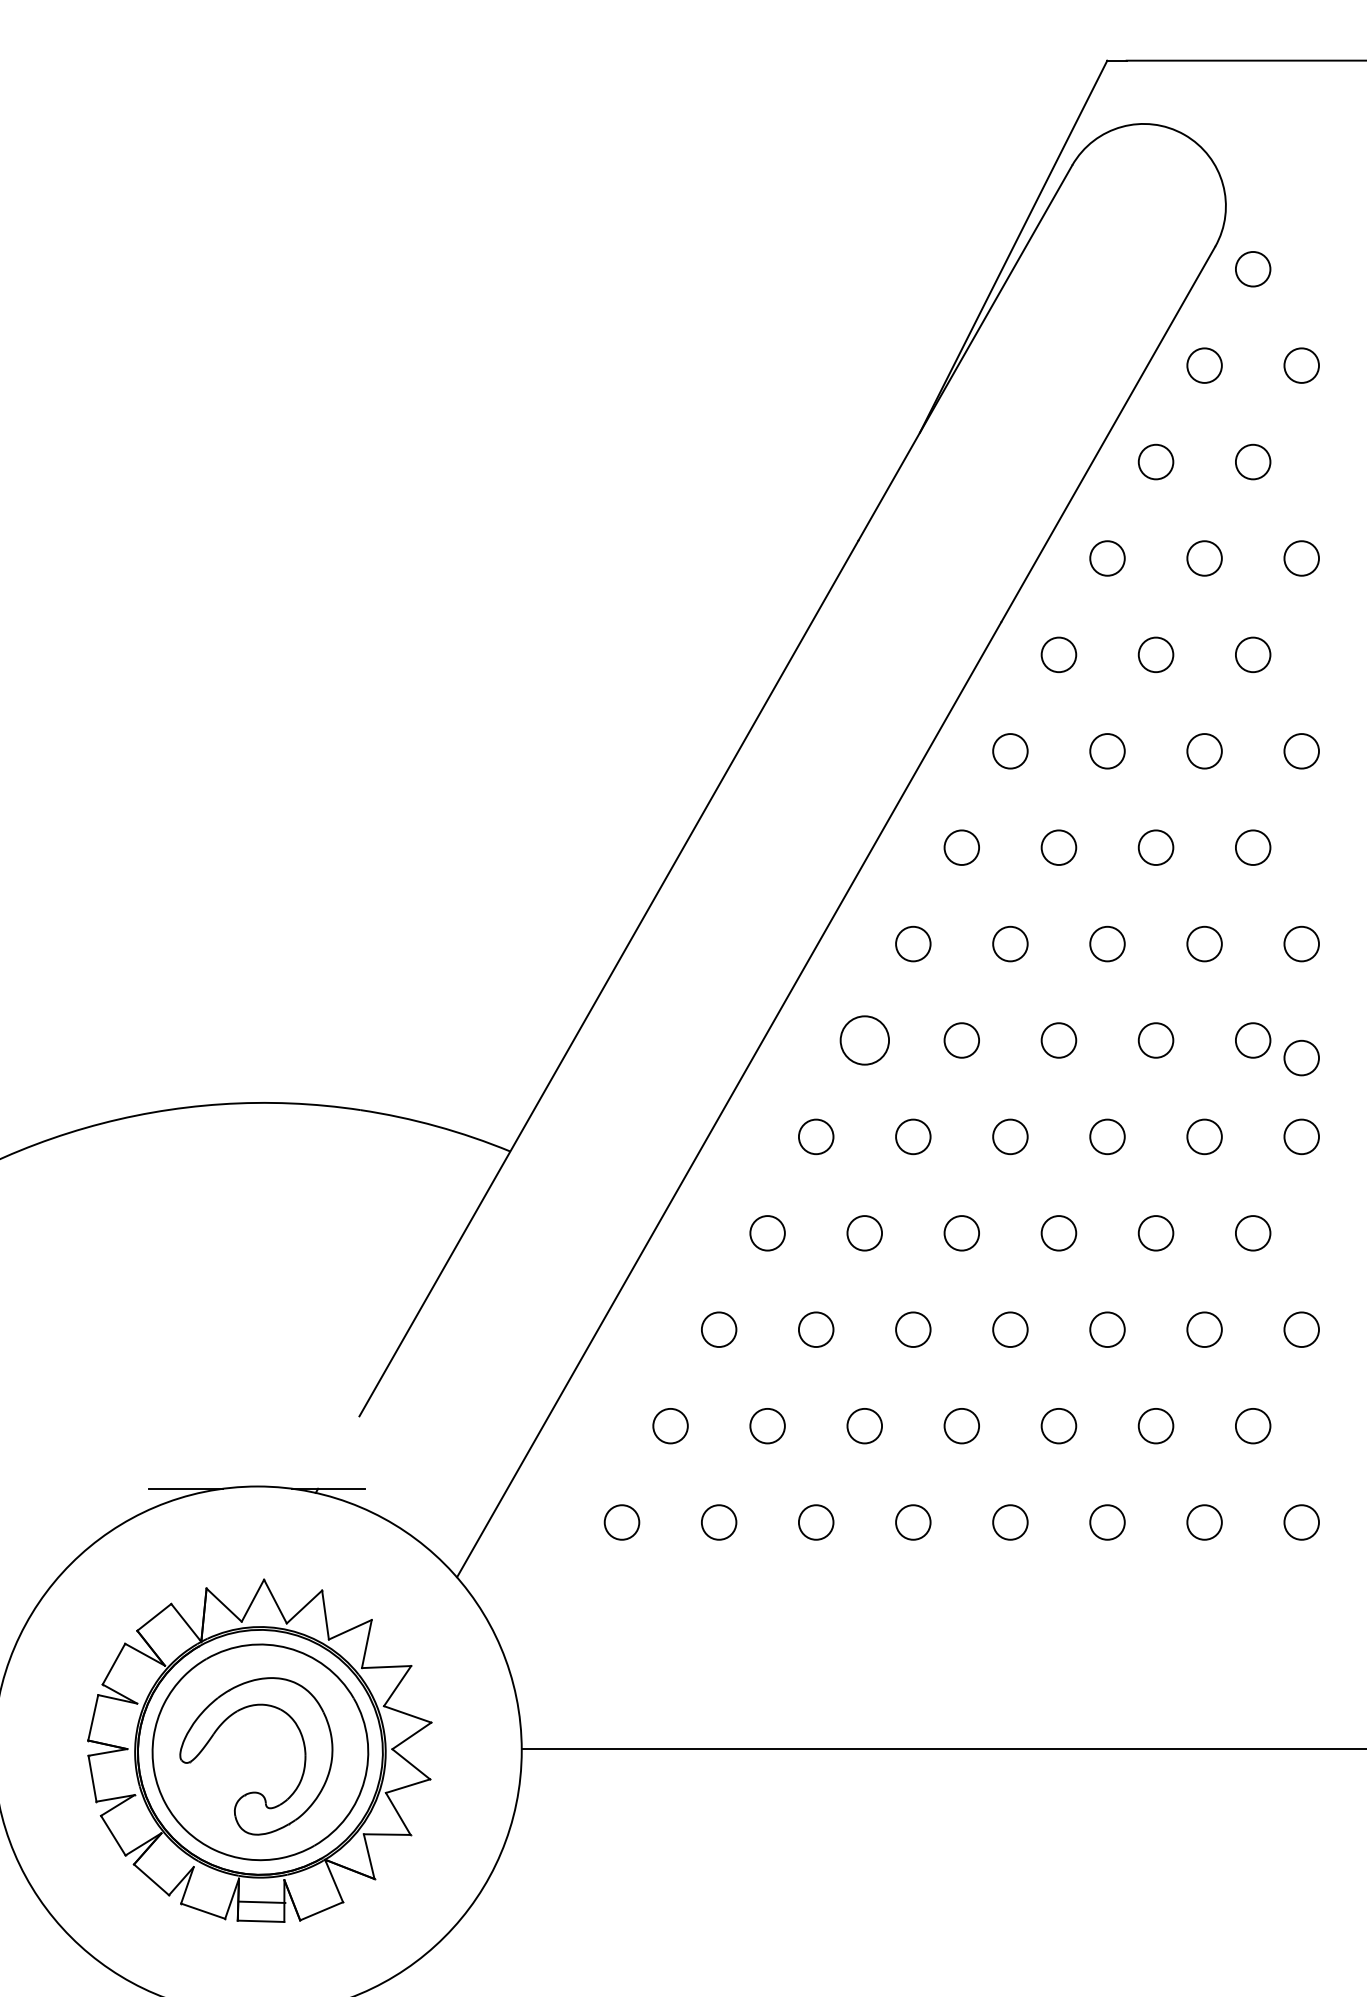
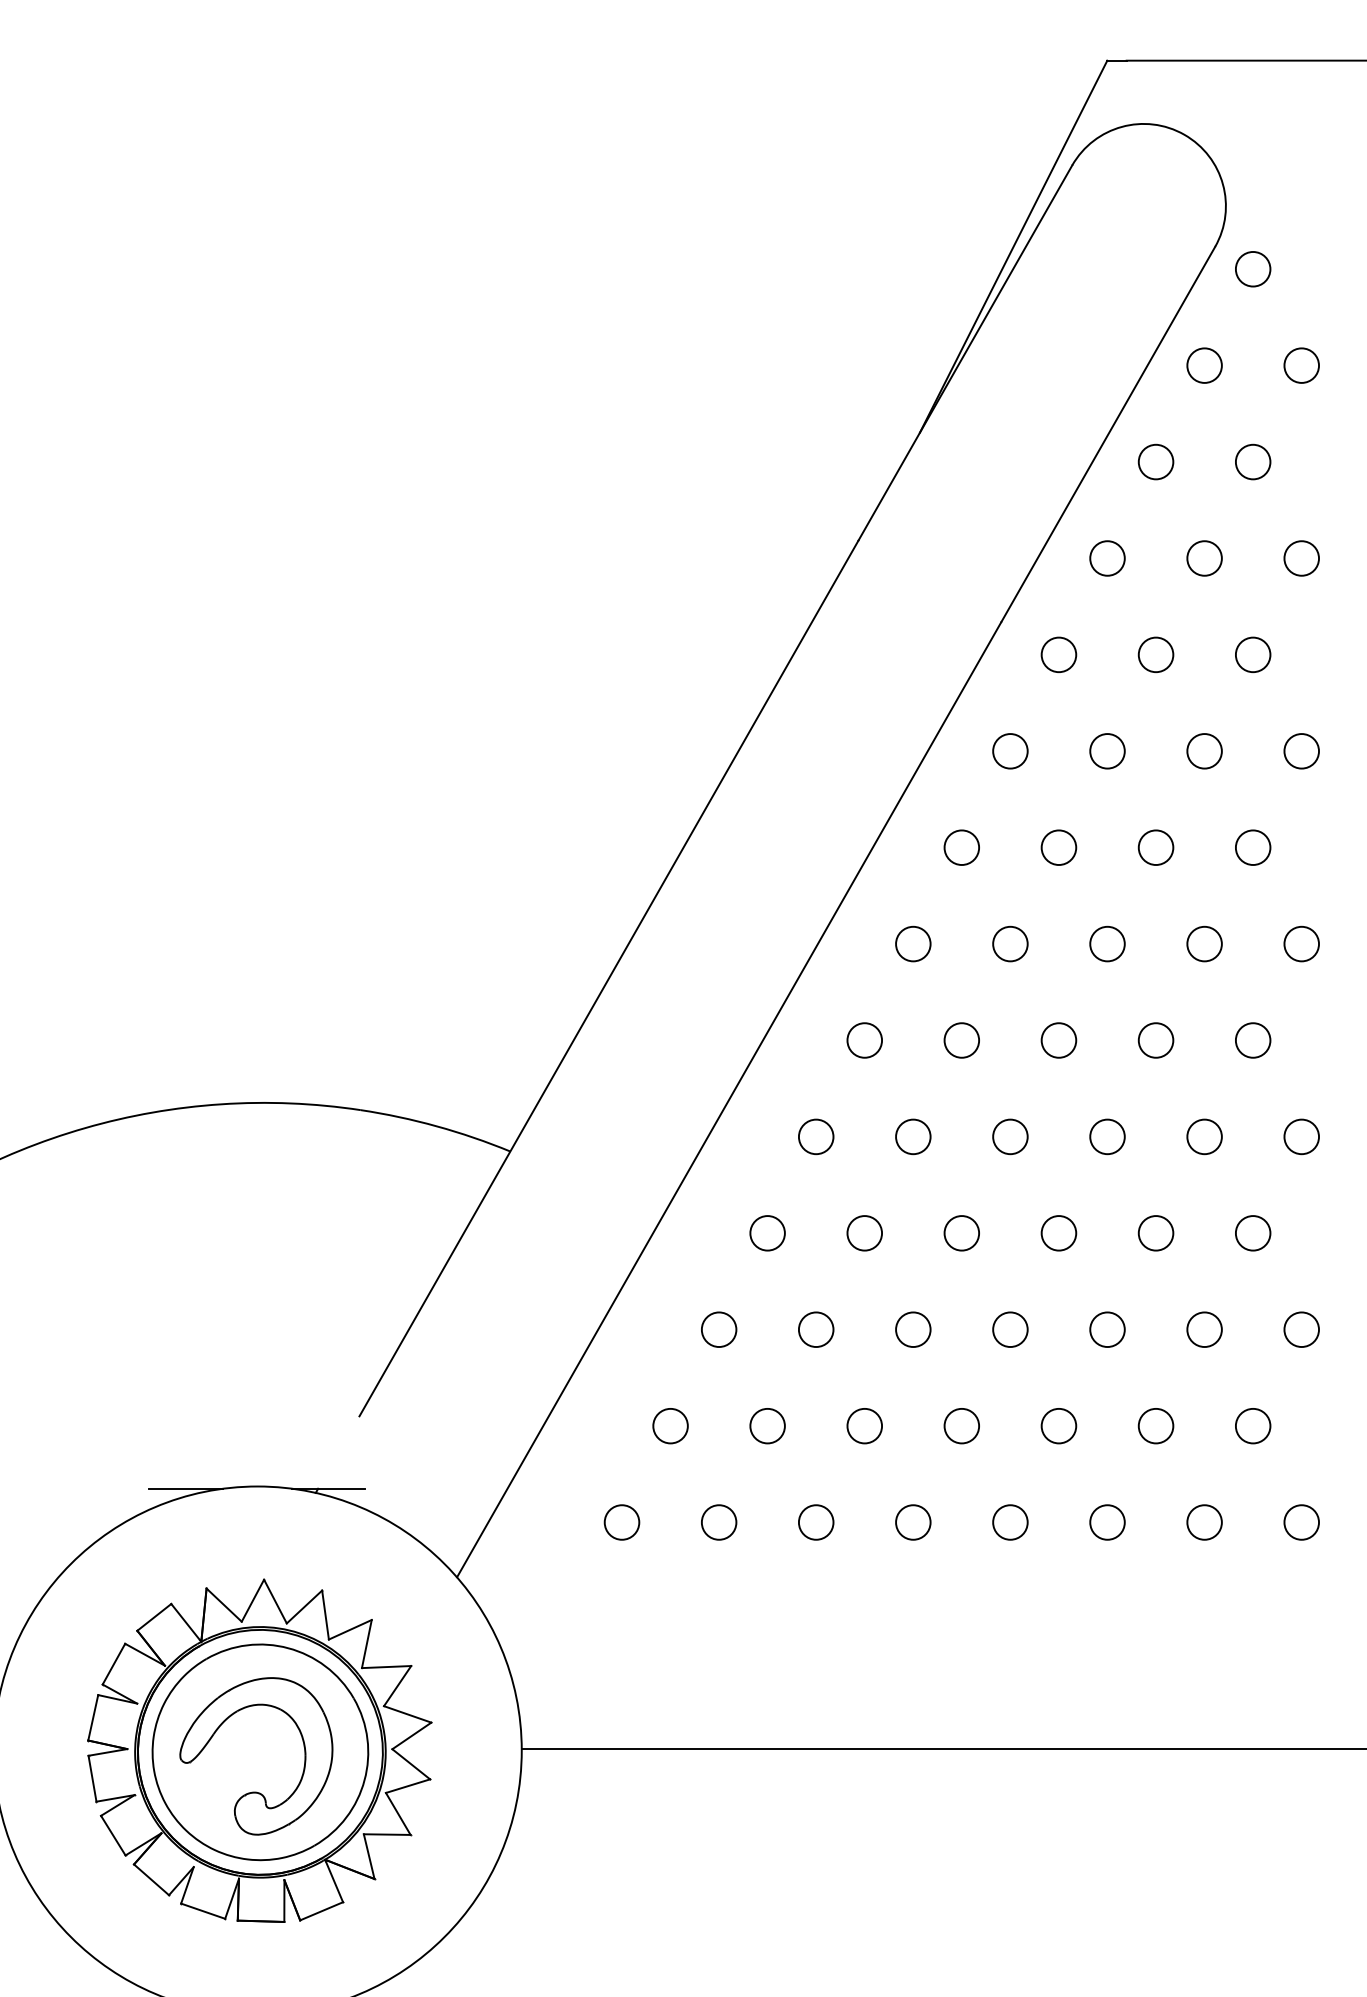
circle at (864, 1040) size: 51x51 px -> 37x37 px
circle at (1301, 1057): present -> none
line at (261, 1901) position: (261, 1901) -> (260, 1920)
